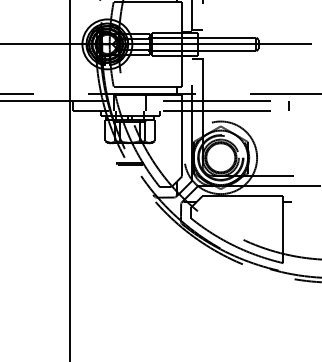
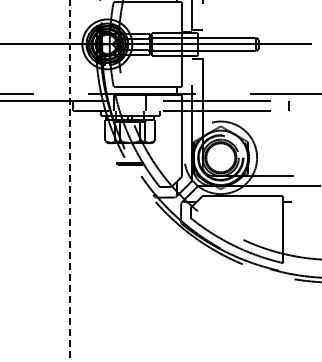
line at (69, 180): solid -> dashed
